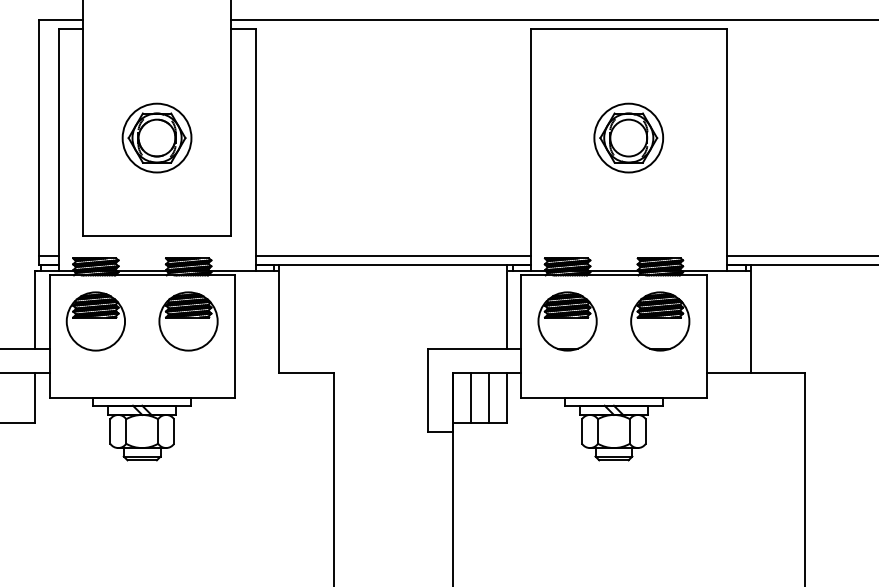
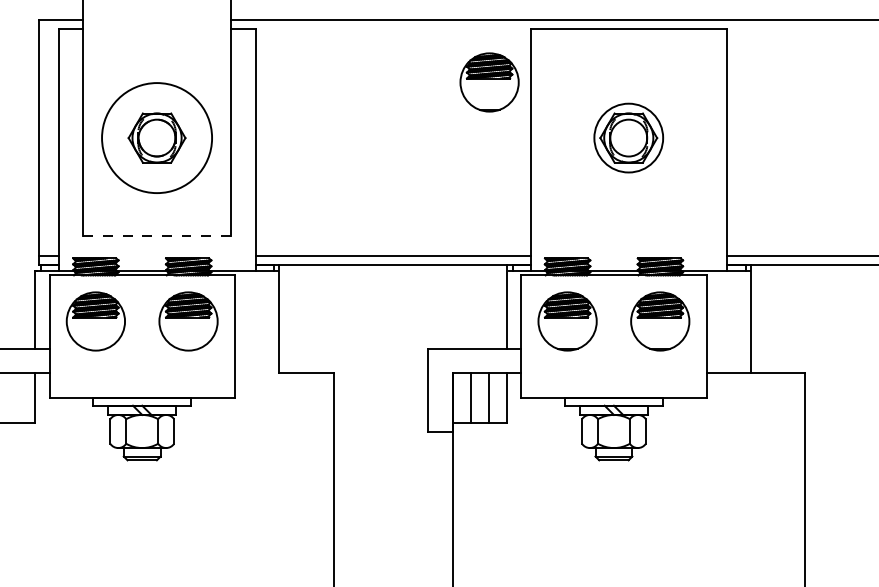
part at (489, 82): none -> present
circle at (156, 137) diameter: 69 px -> 110 px
line at (157, 236): solid -> dashed
